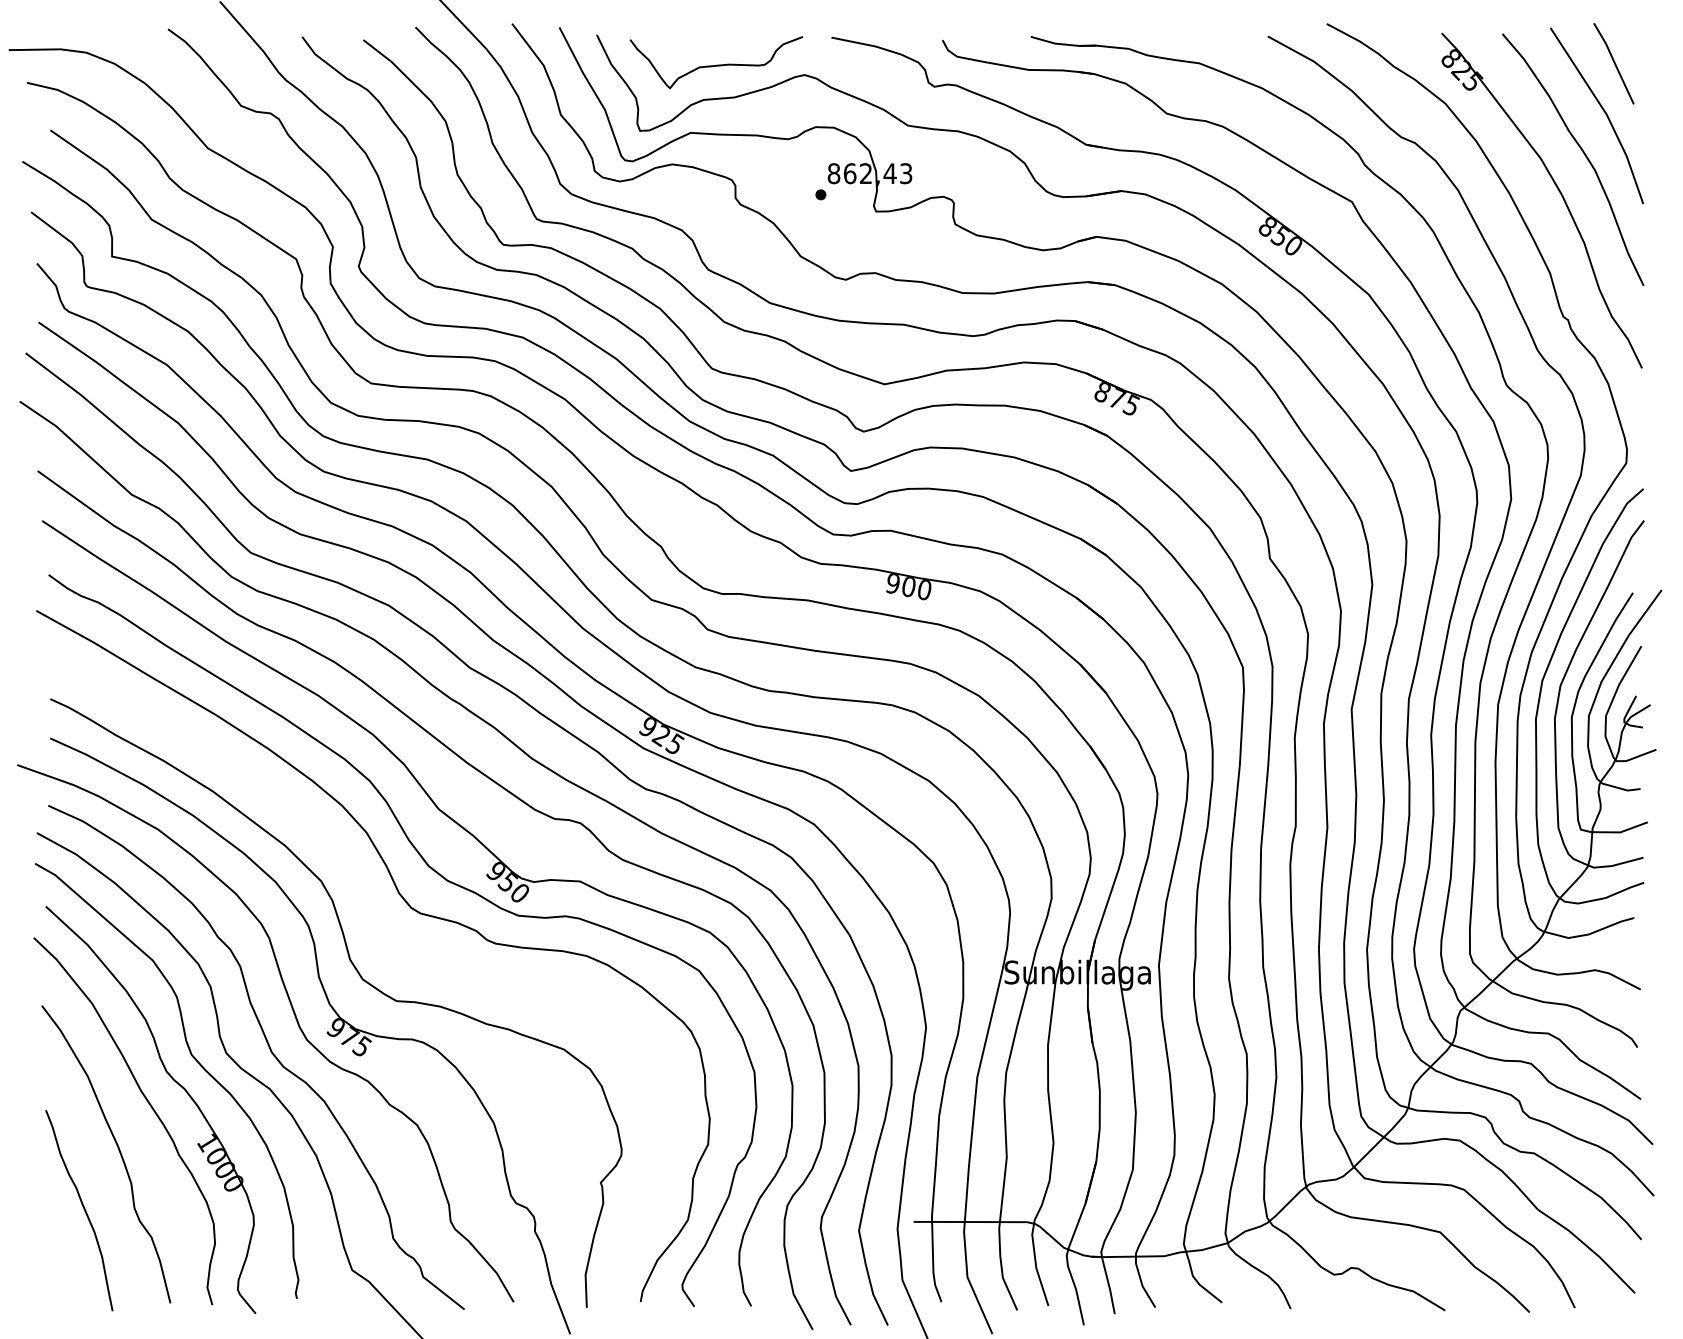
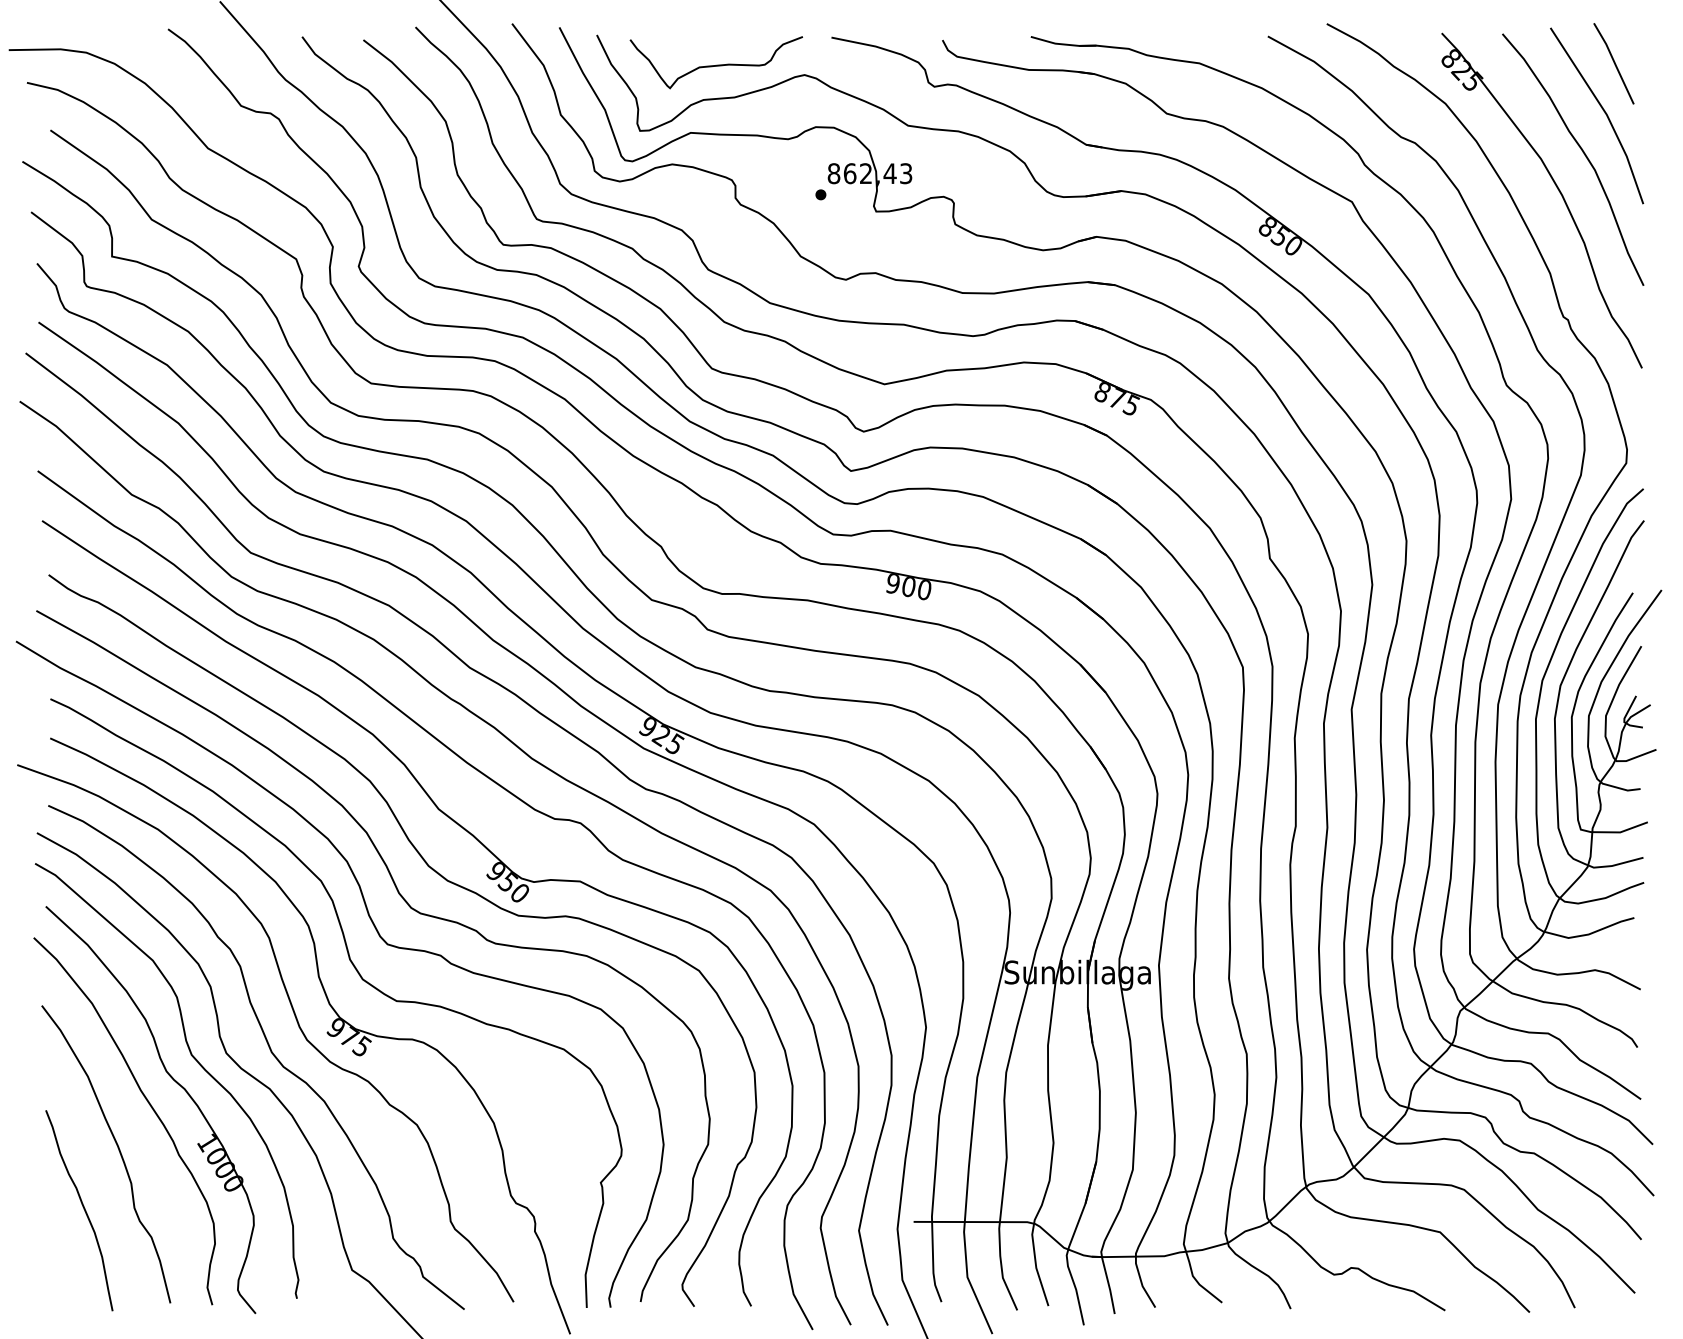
curve at (379, 937): none -> present
